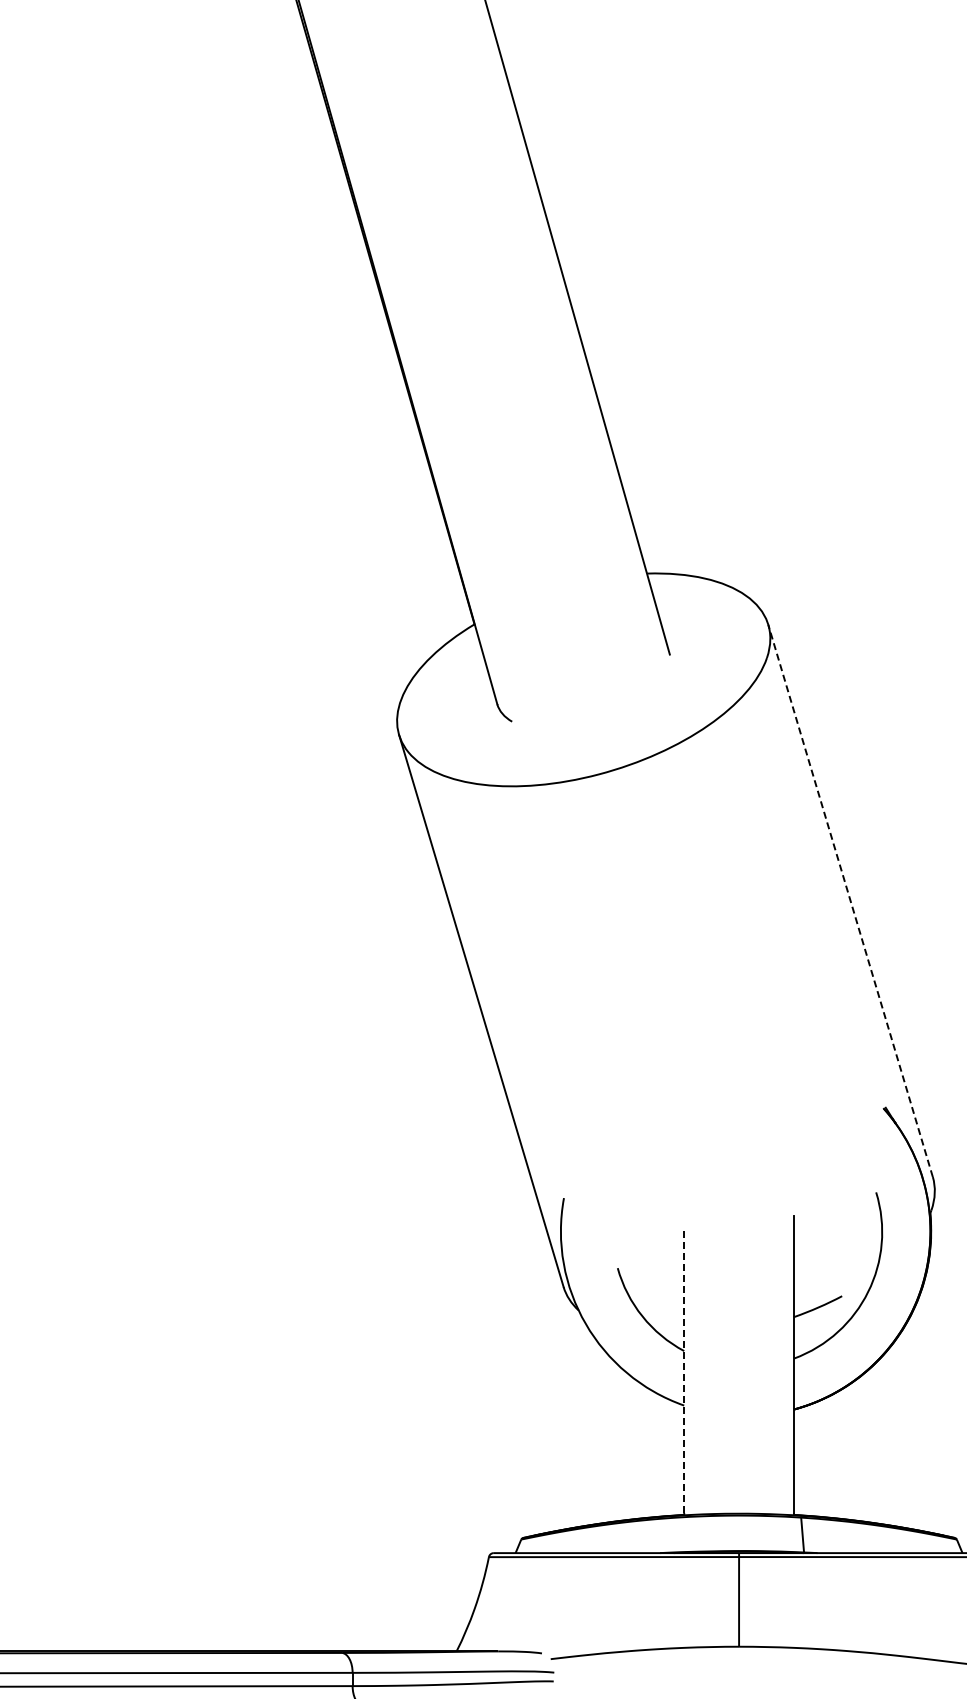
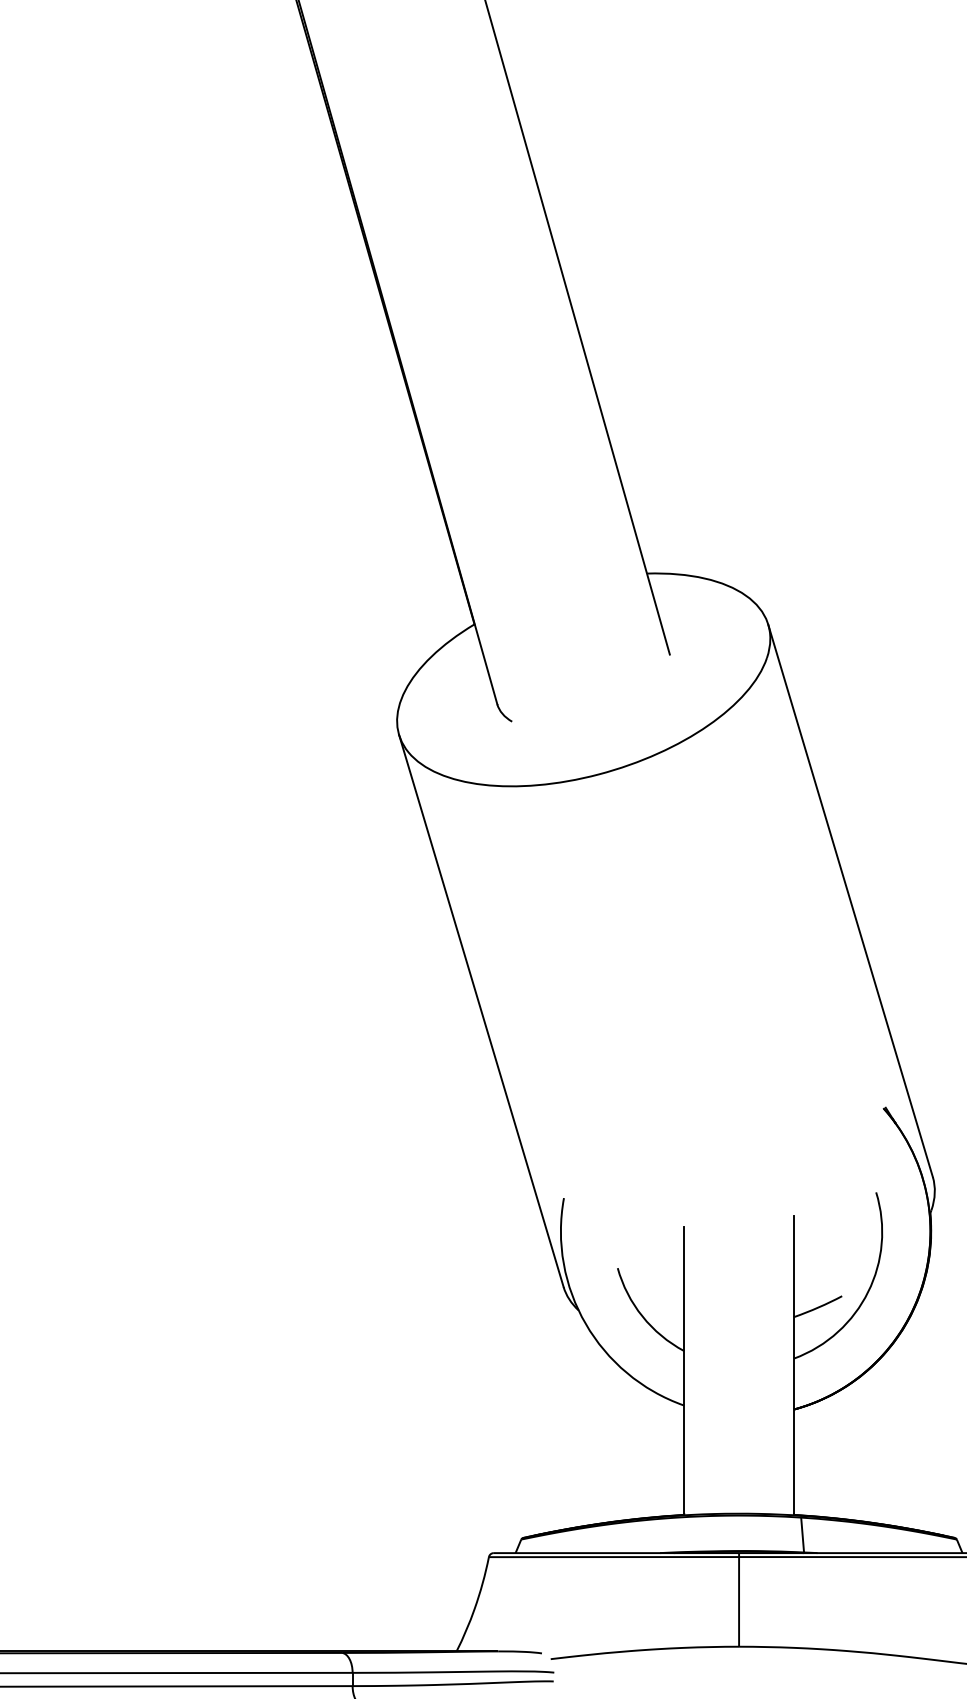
line at (850, 900): dashed -> solid
line at (684, 1370): dashed -> solid
